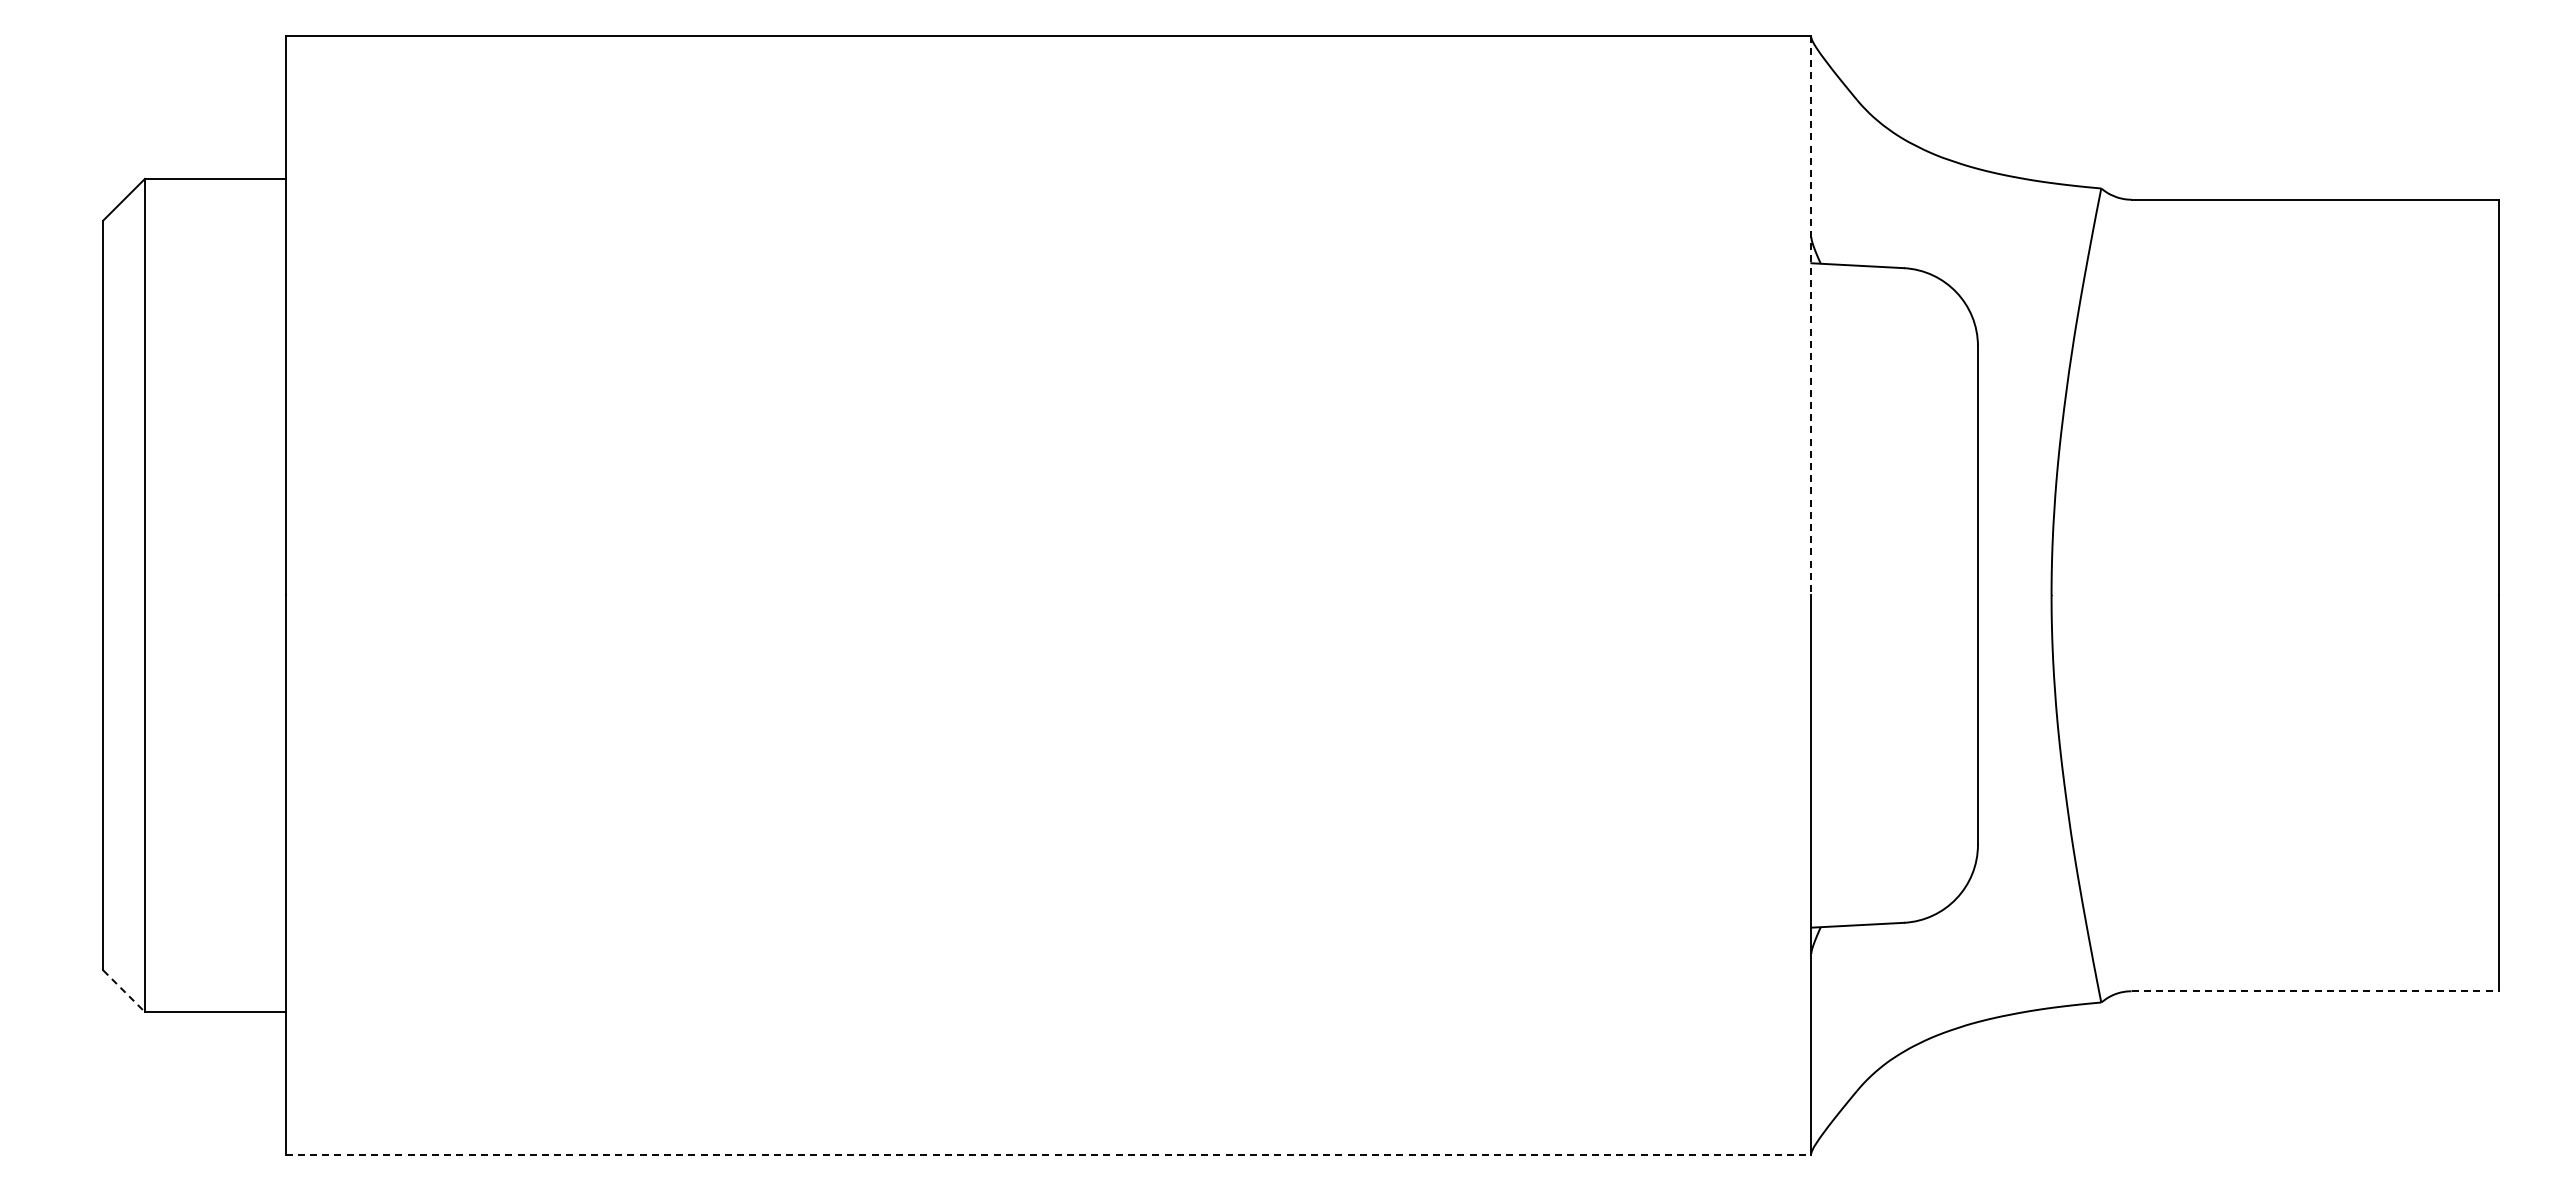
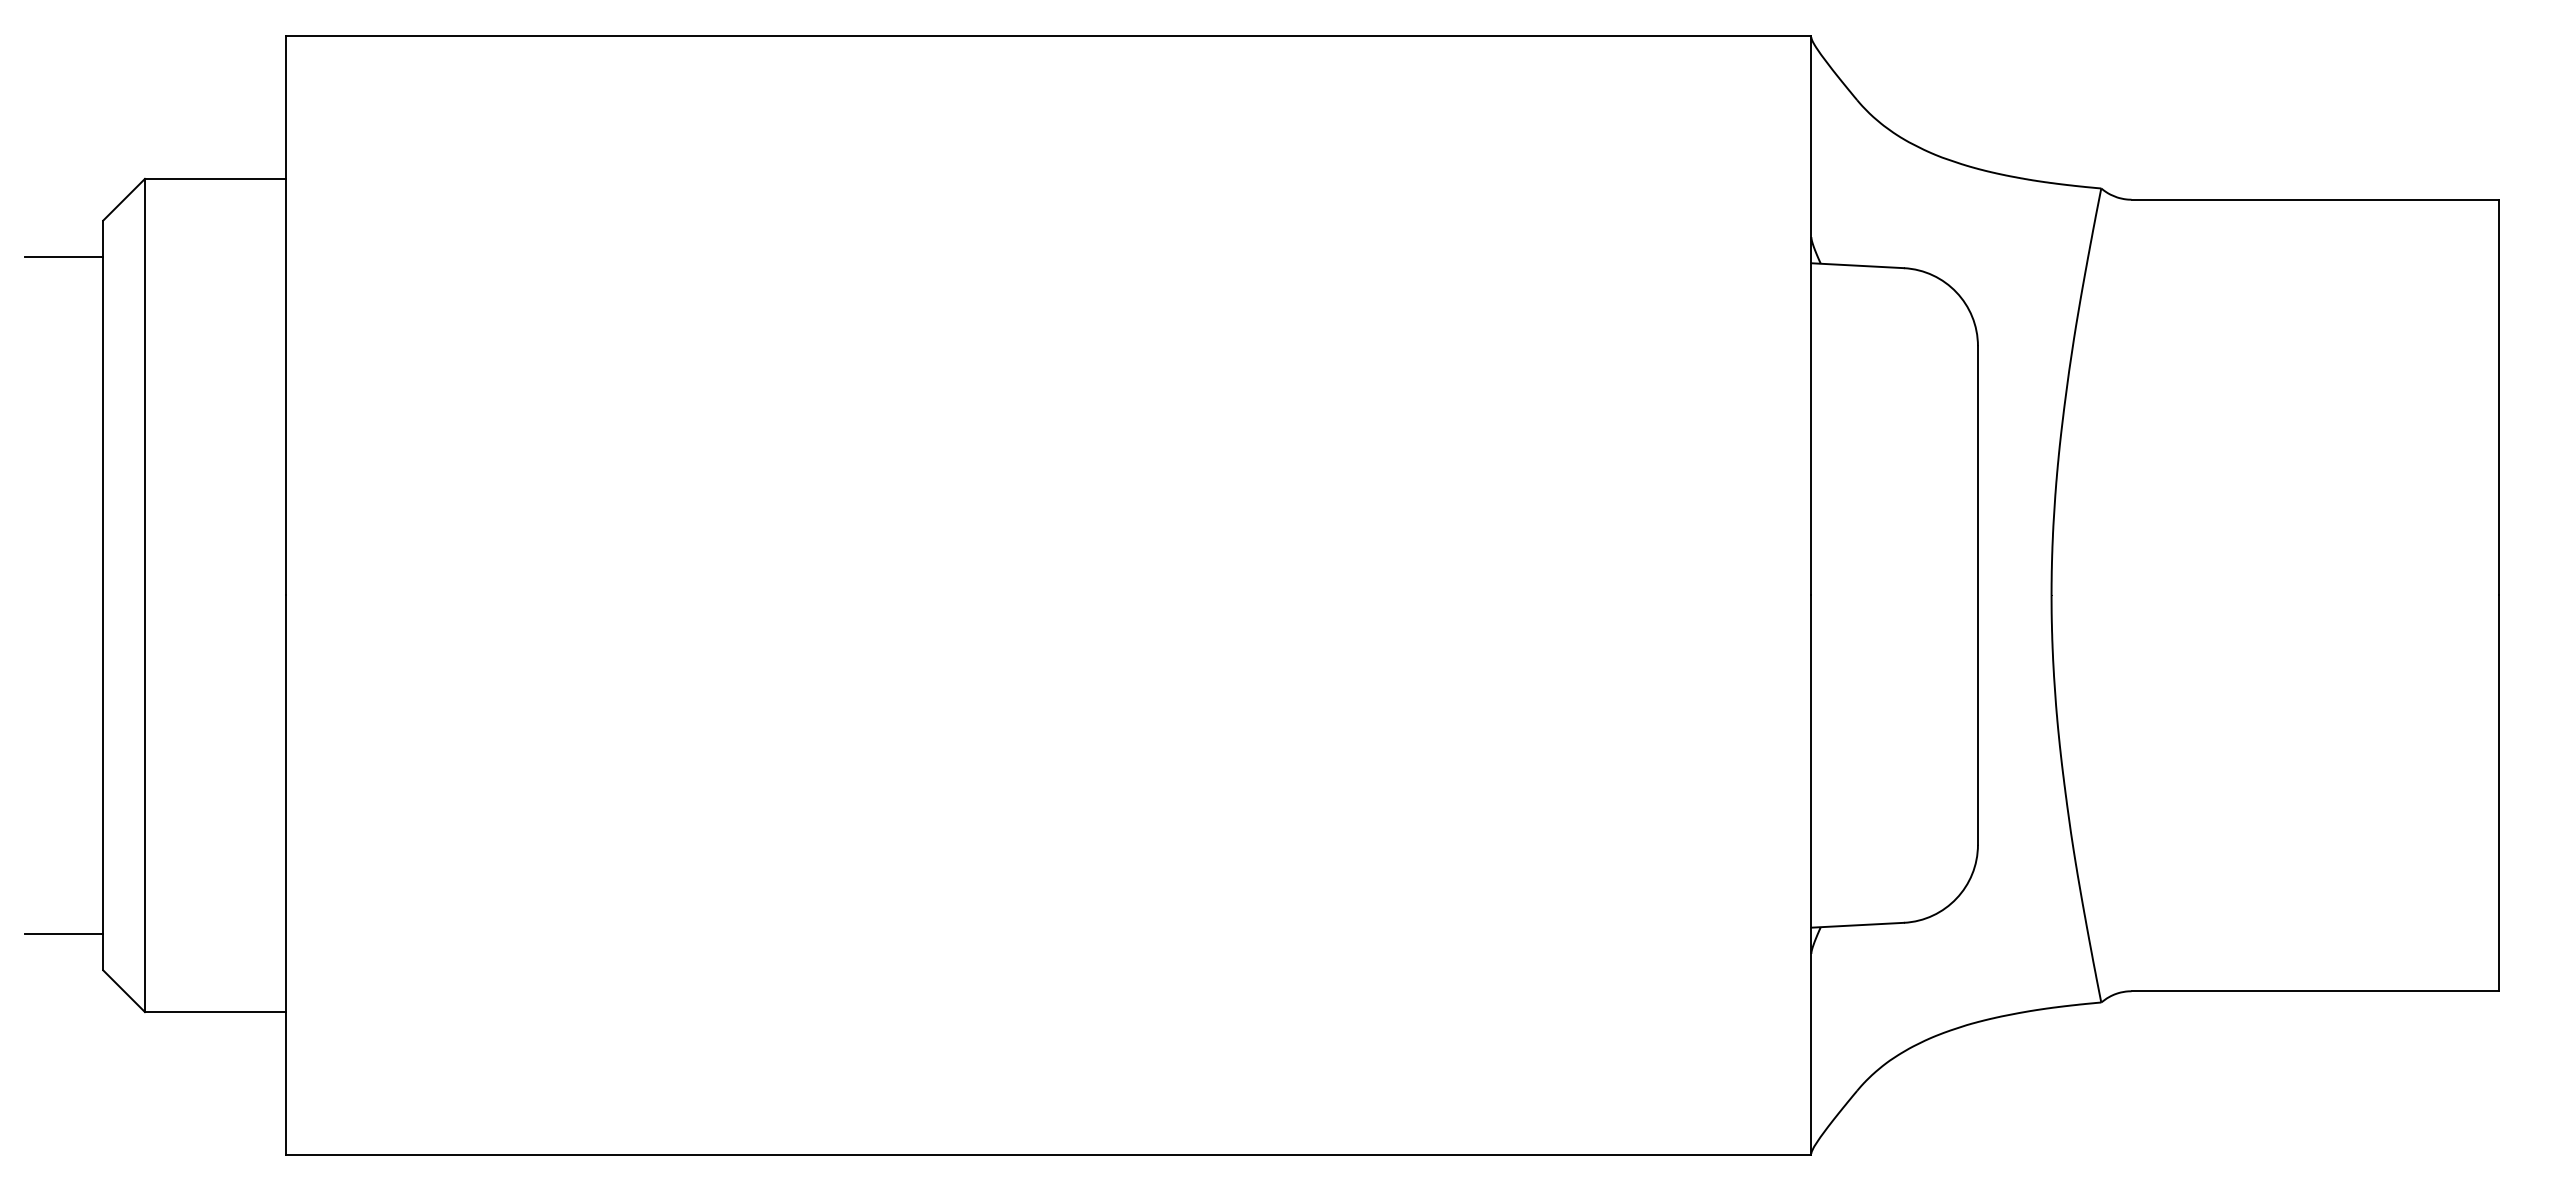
line at (64, 257): none -> present
line at (1811, 315): dashed -> solid
line at (64, 933): none -> present
line at (124, 991): dashed -> solid
line at (2315, 991): dashed -> solid
line at (1048, 1155): dashed -> solid
